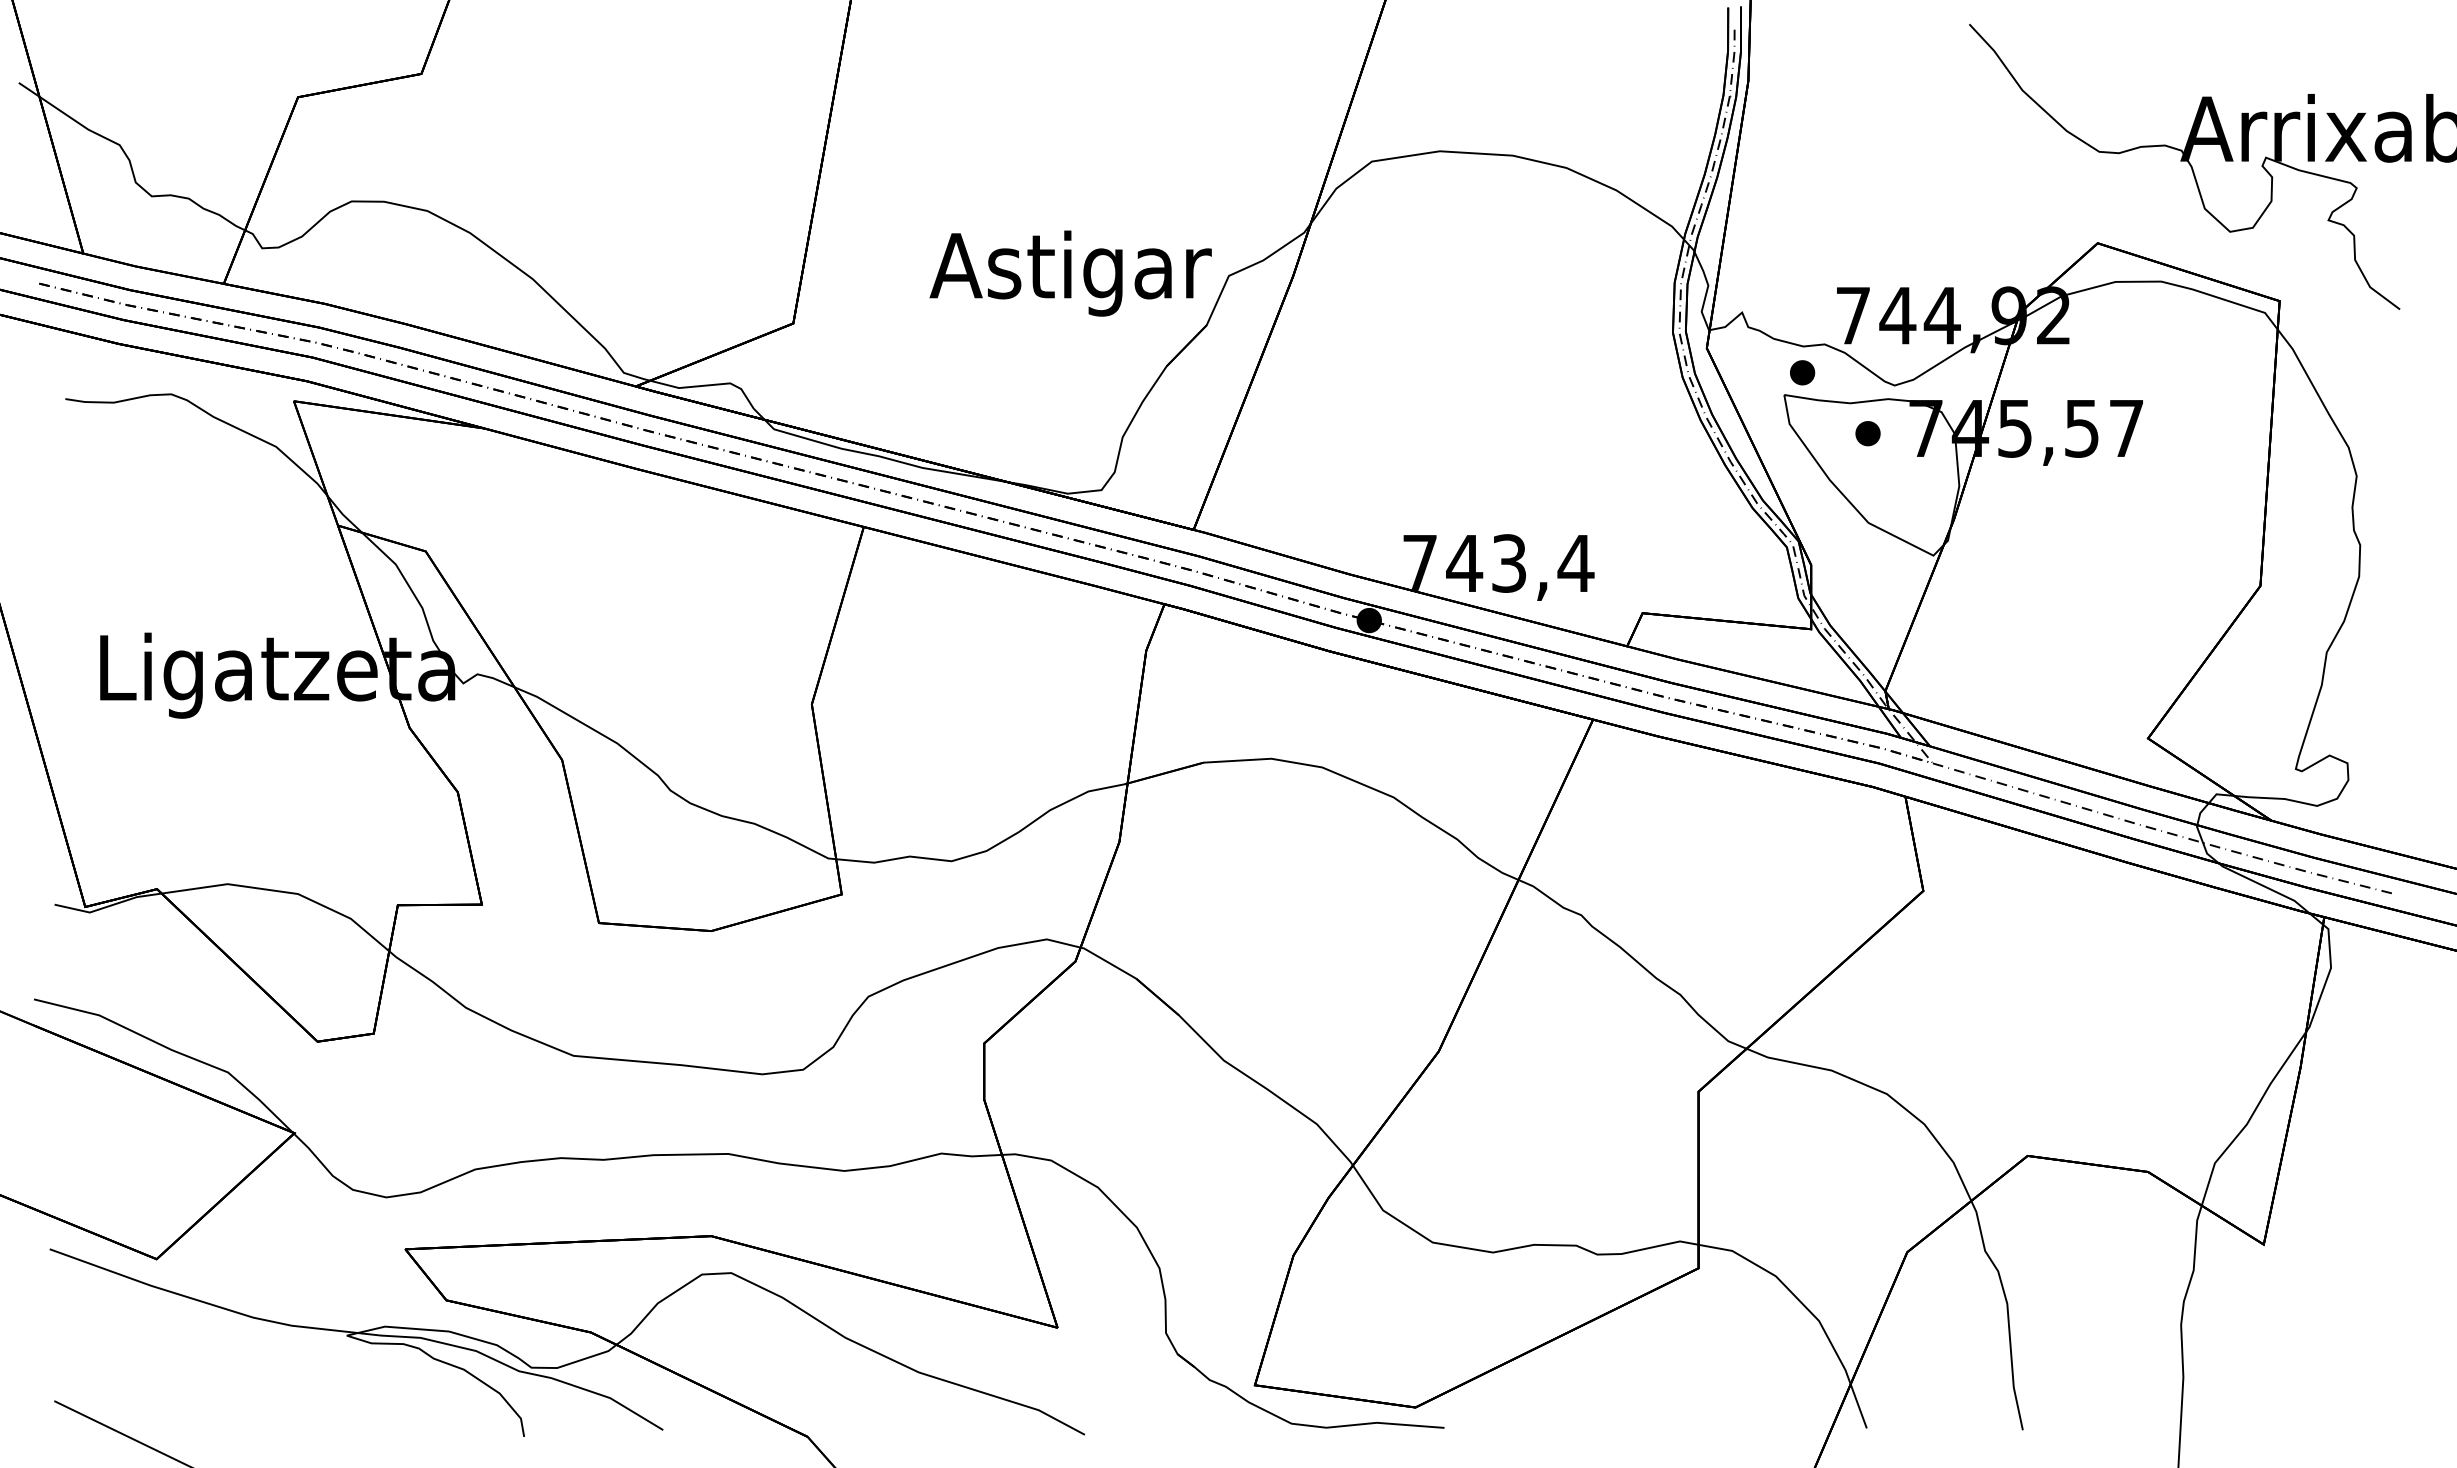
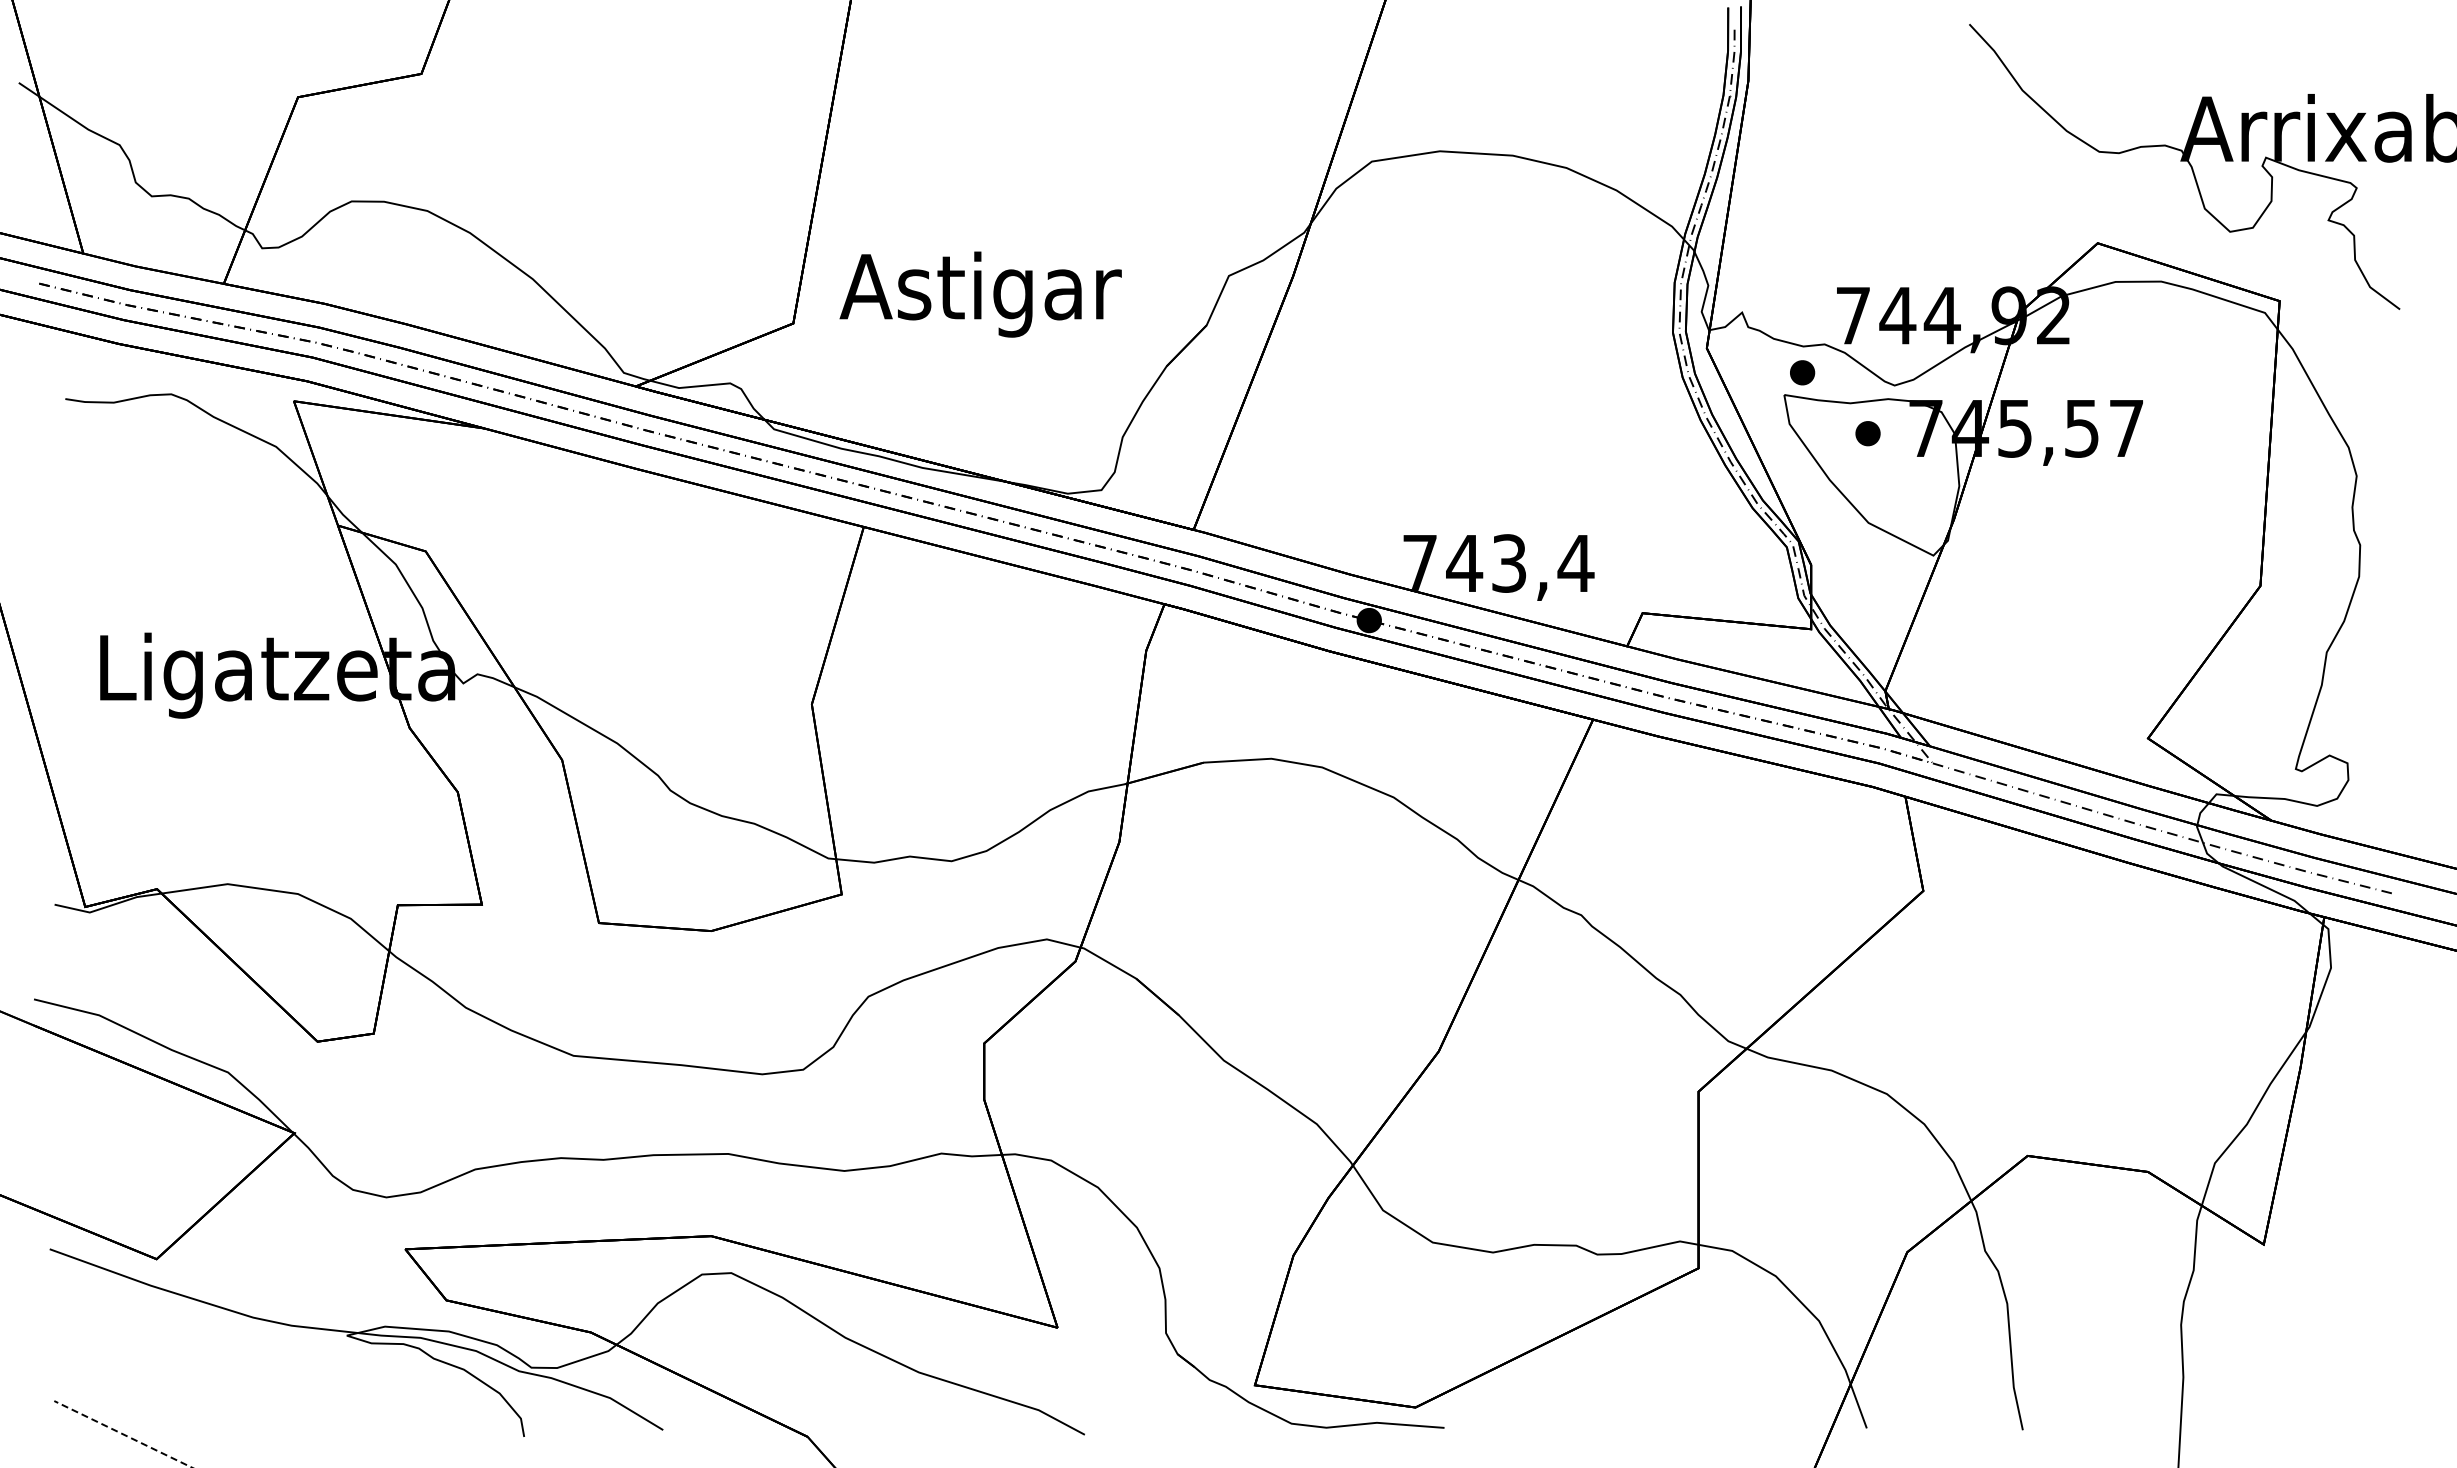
text at (1070, 273) position: (1070, 273) -> (980, 294)
line at (123, 1434): solid -> dashed
